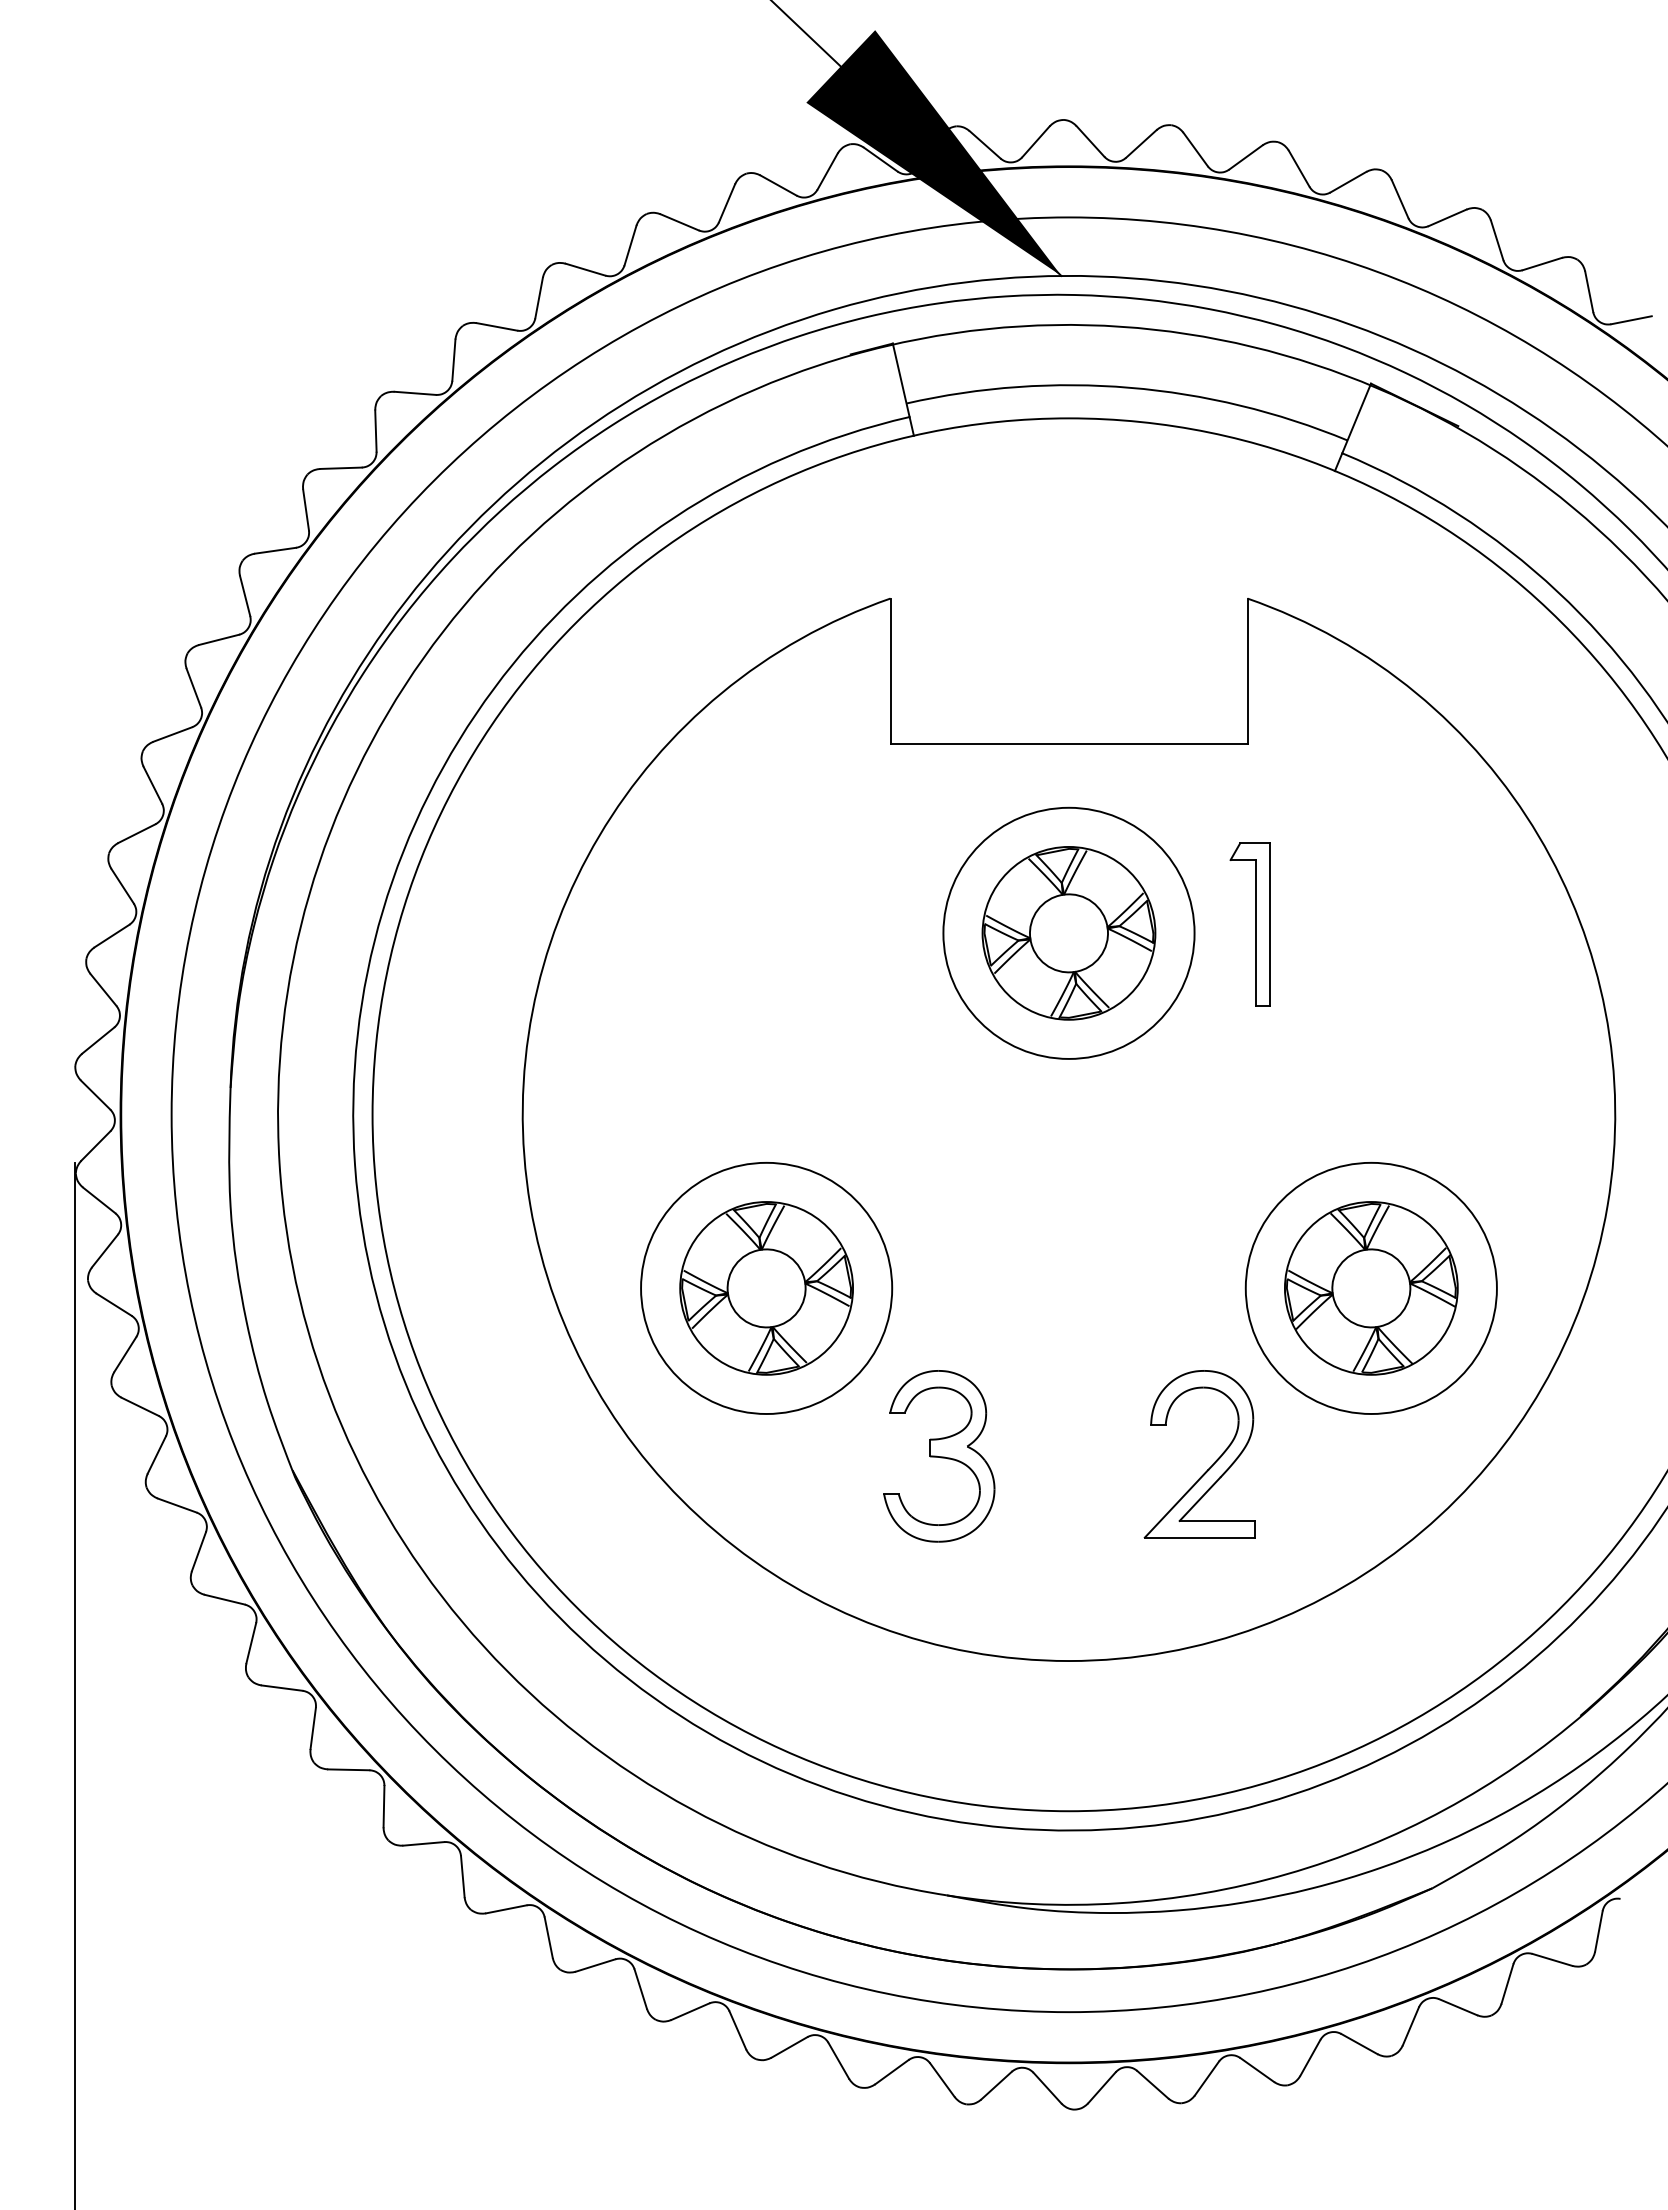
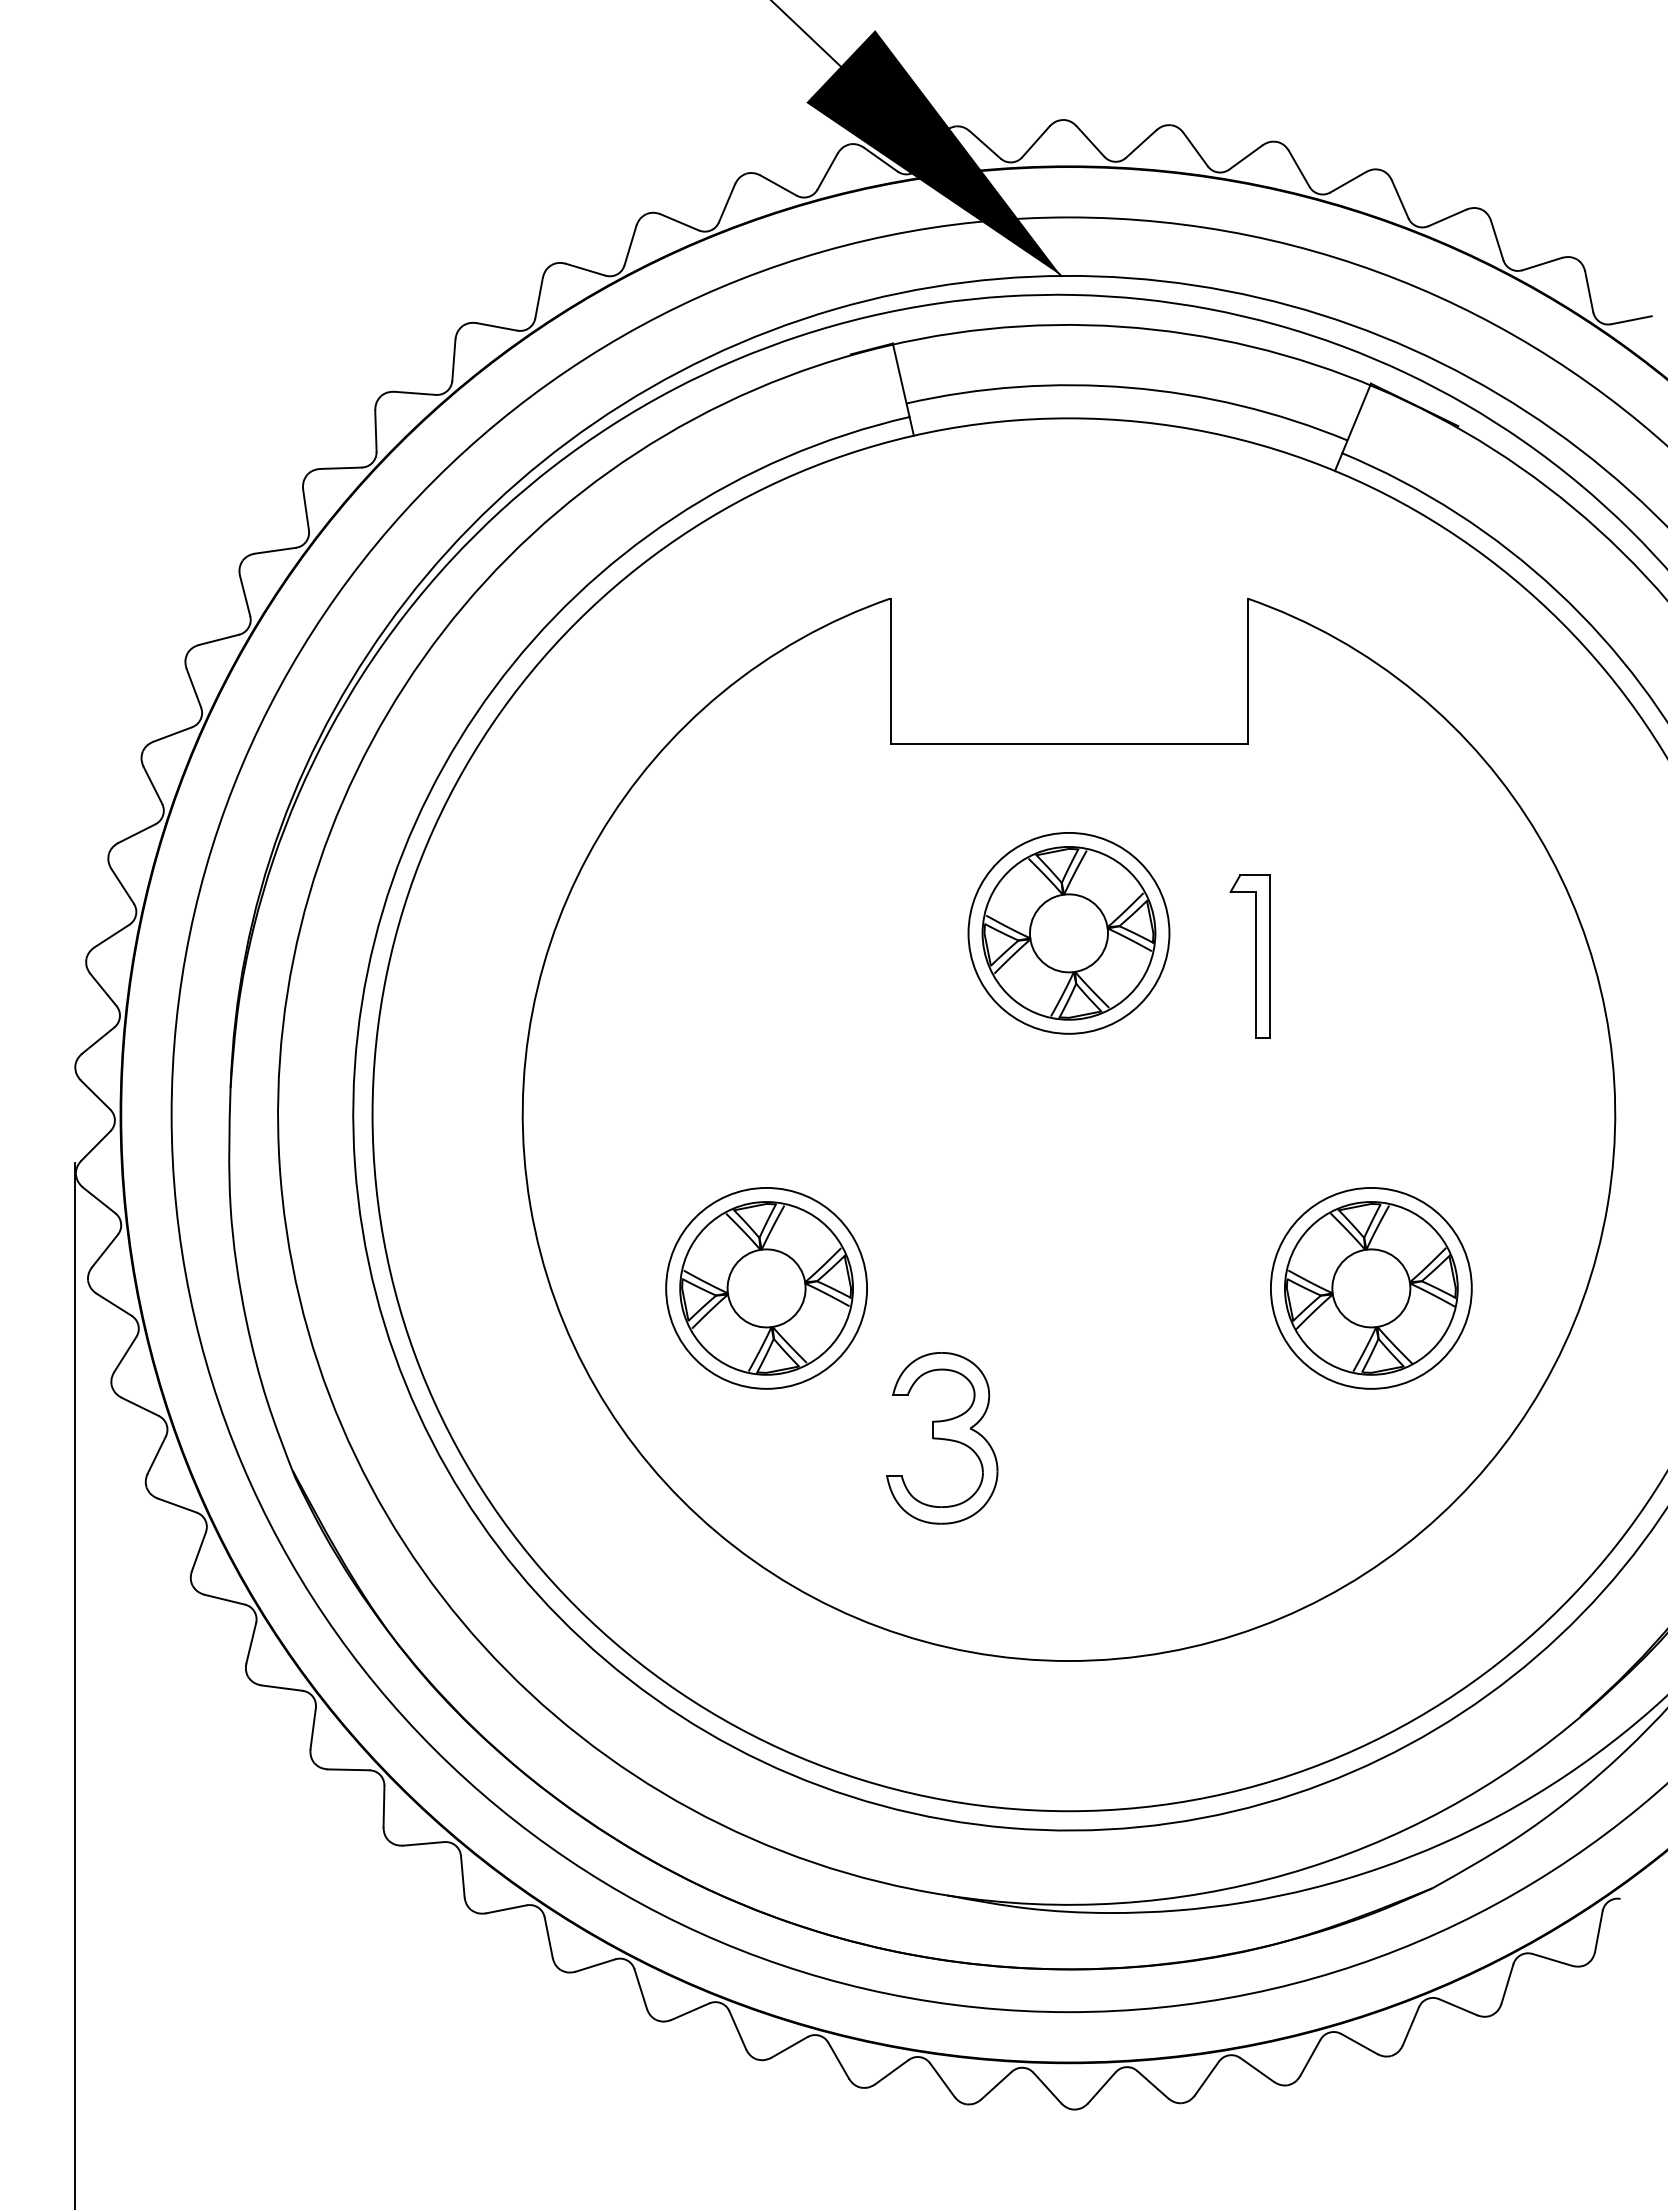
part at (1249, 924) position: (1249, 924) -> (1249, 956)
circle at (1068, 932) diameter: 251 px -> 201 px
circle at (766, 1287) diameter: 251 px -> 201 px
circle at (1370, 1287) diameter: 251 px -> 201 px
part at (939, 1456) position: (939, 1456) -> (942, 1438)
part at (1211, 1465): present -> none
